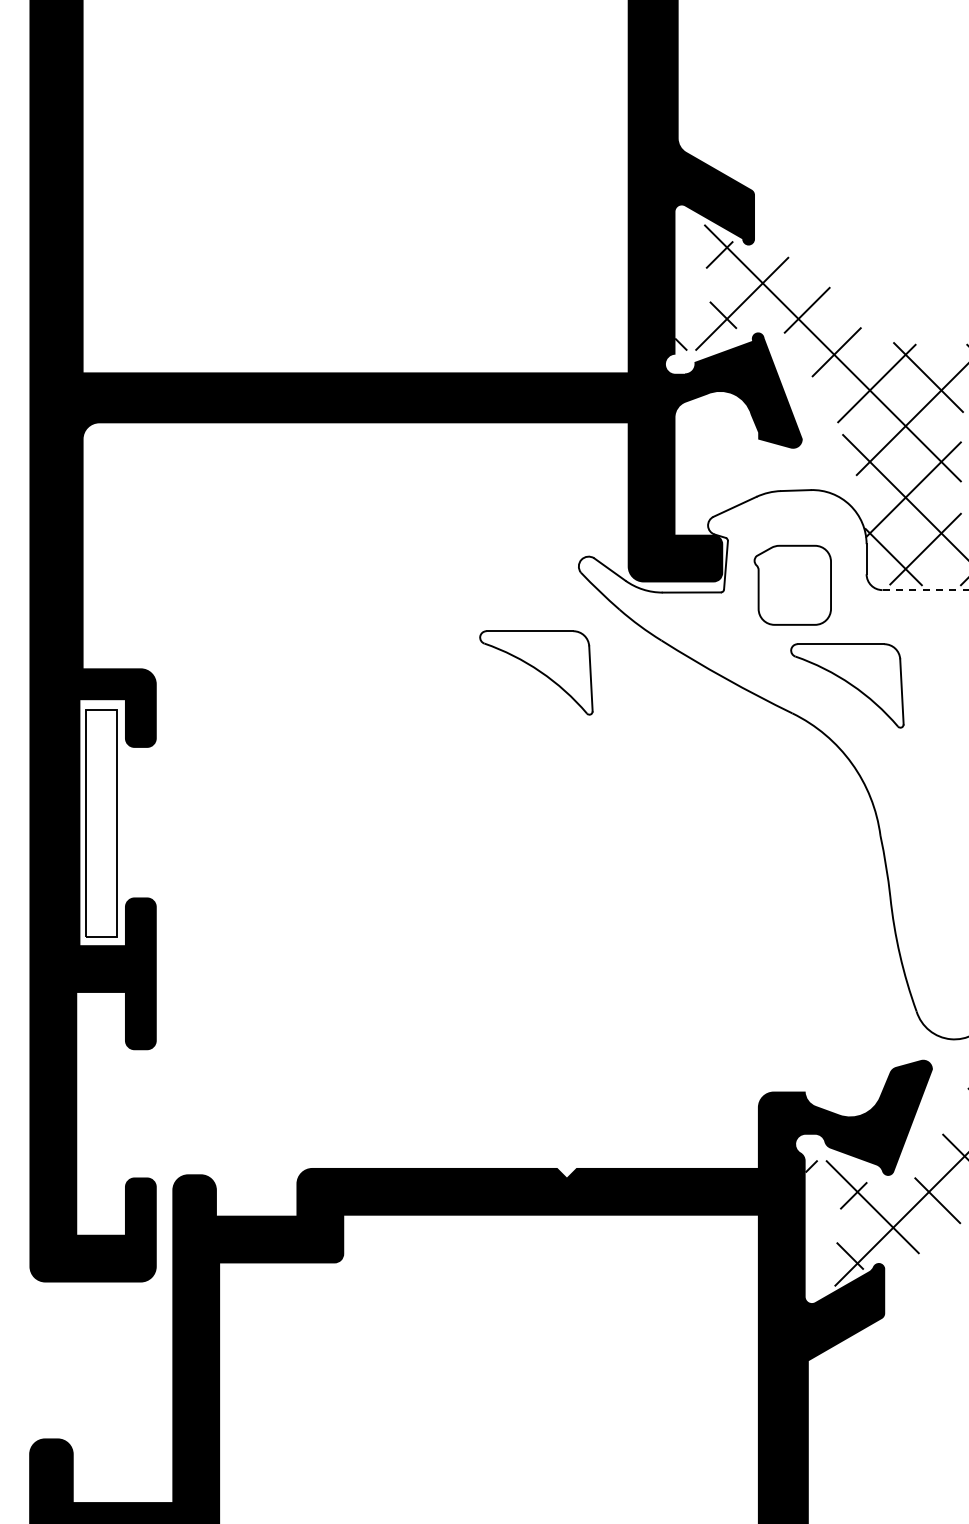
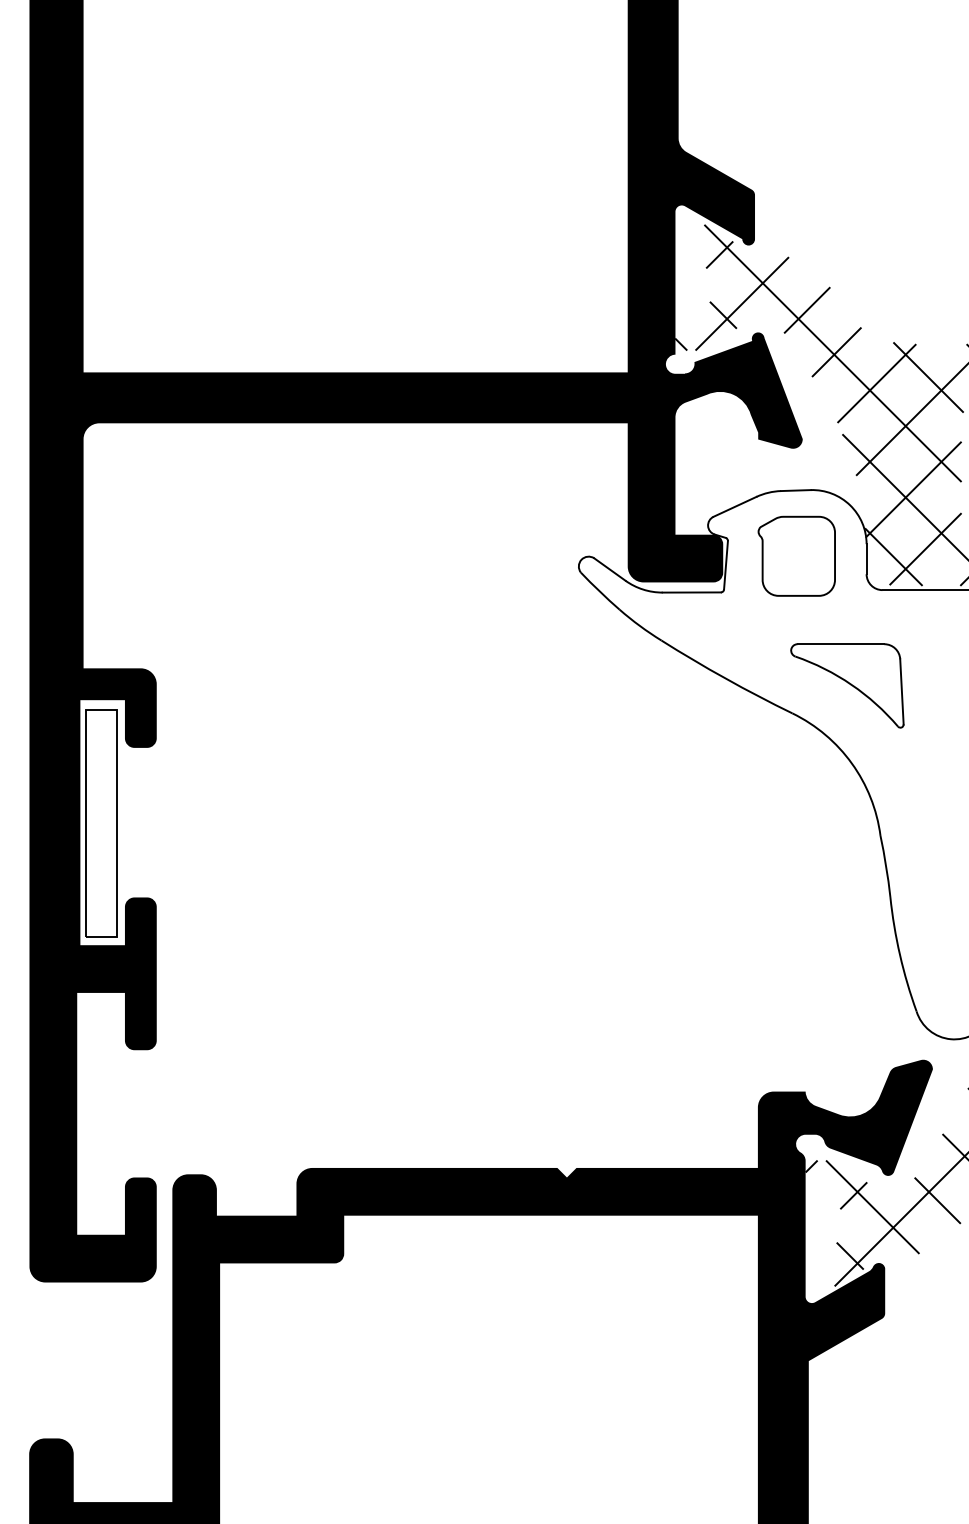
part at (792, 584) position: (792, 584) -> (796, 555)
line at (926, 590): dashed -> solid
part at (536, 672): present -> none
